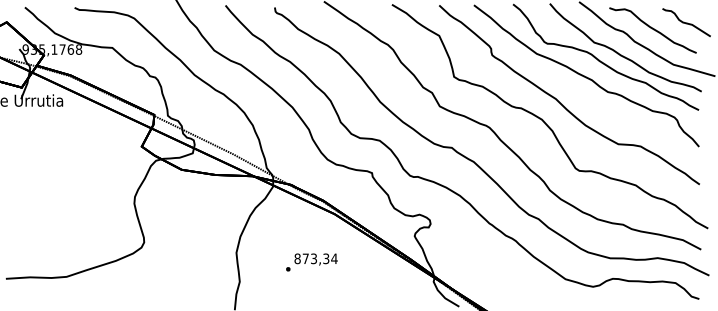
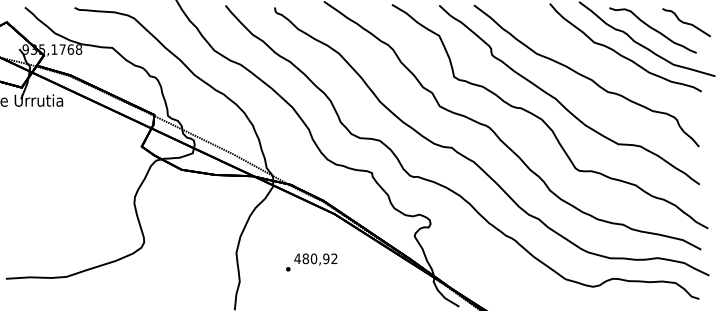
curve at (602, 61): present -> none
text at (315, 258): 873,34 -> 480,92
